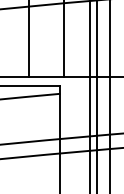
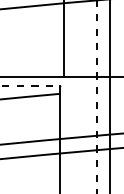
line at (29, 39): present -> none
line at (30, 86): solid -> dashed
line at (89, 96): present -> none
line at (96, 96): solid -> dashed
